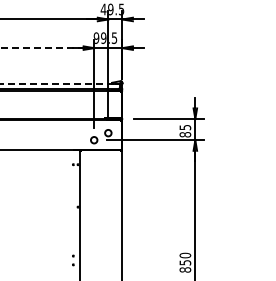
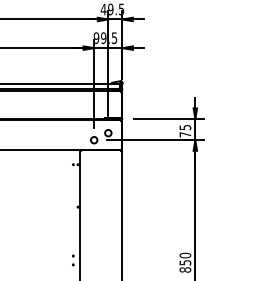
line at (42, 48): dashed -> solid
line at (60, 83): dashed -> solid
text at (185, 134): 85 -> 75
